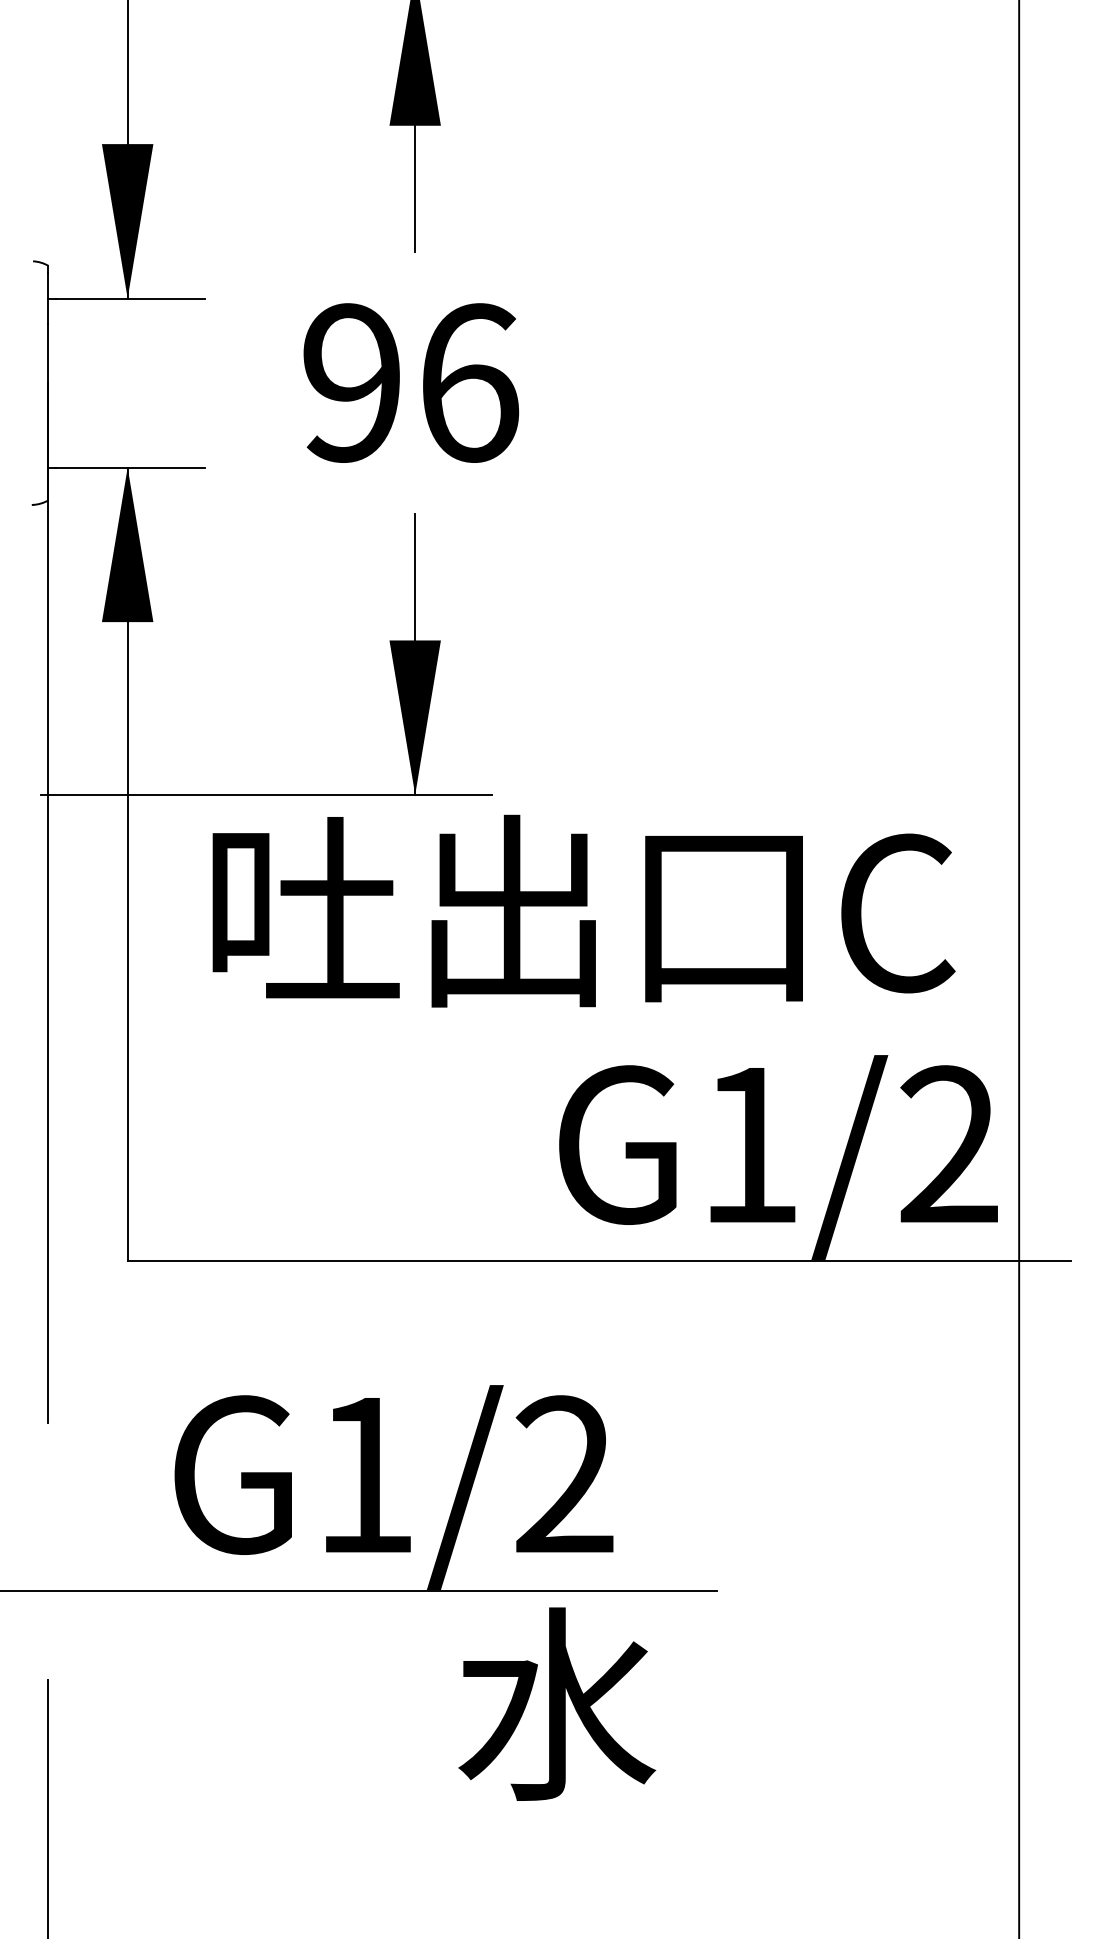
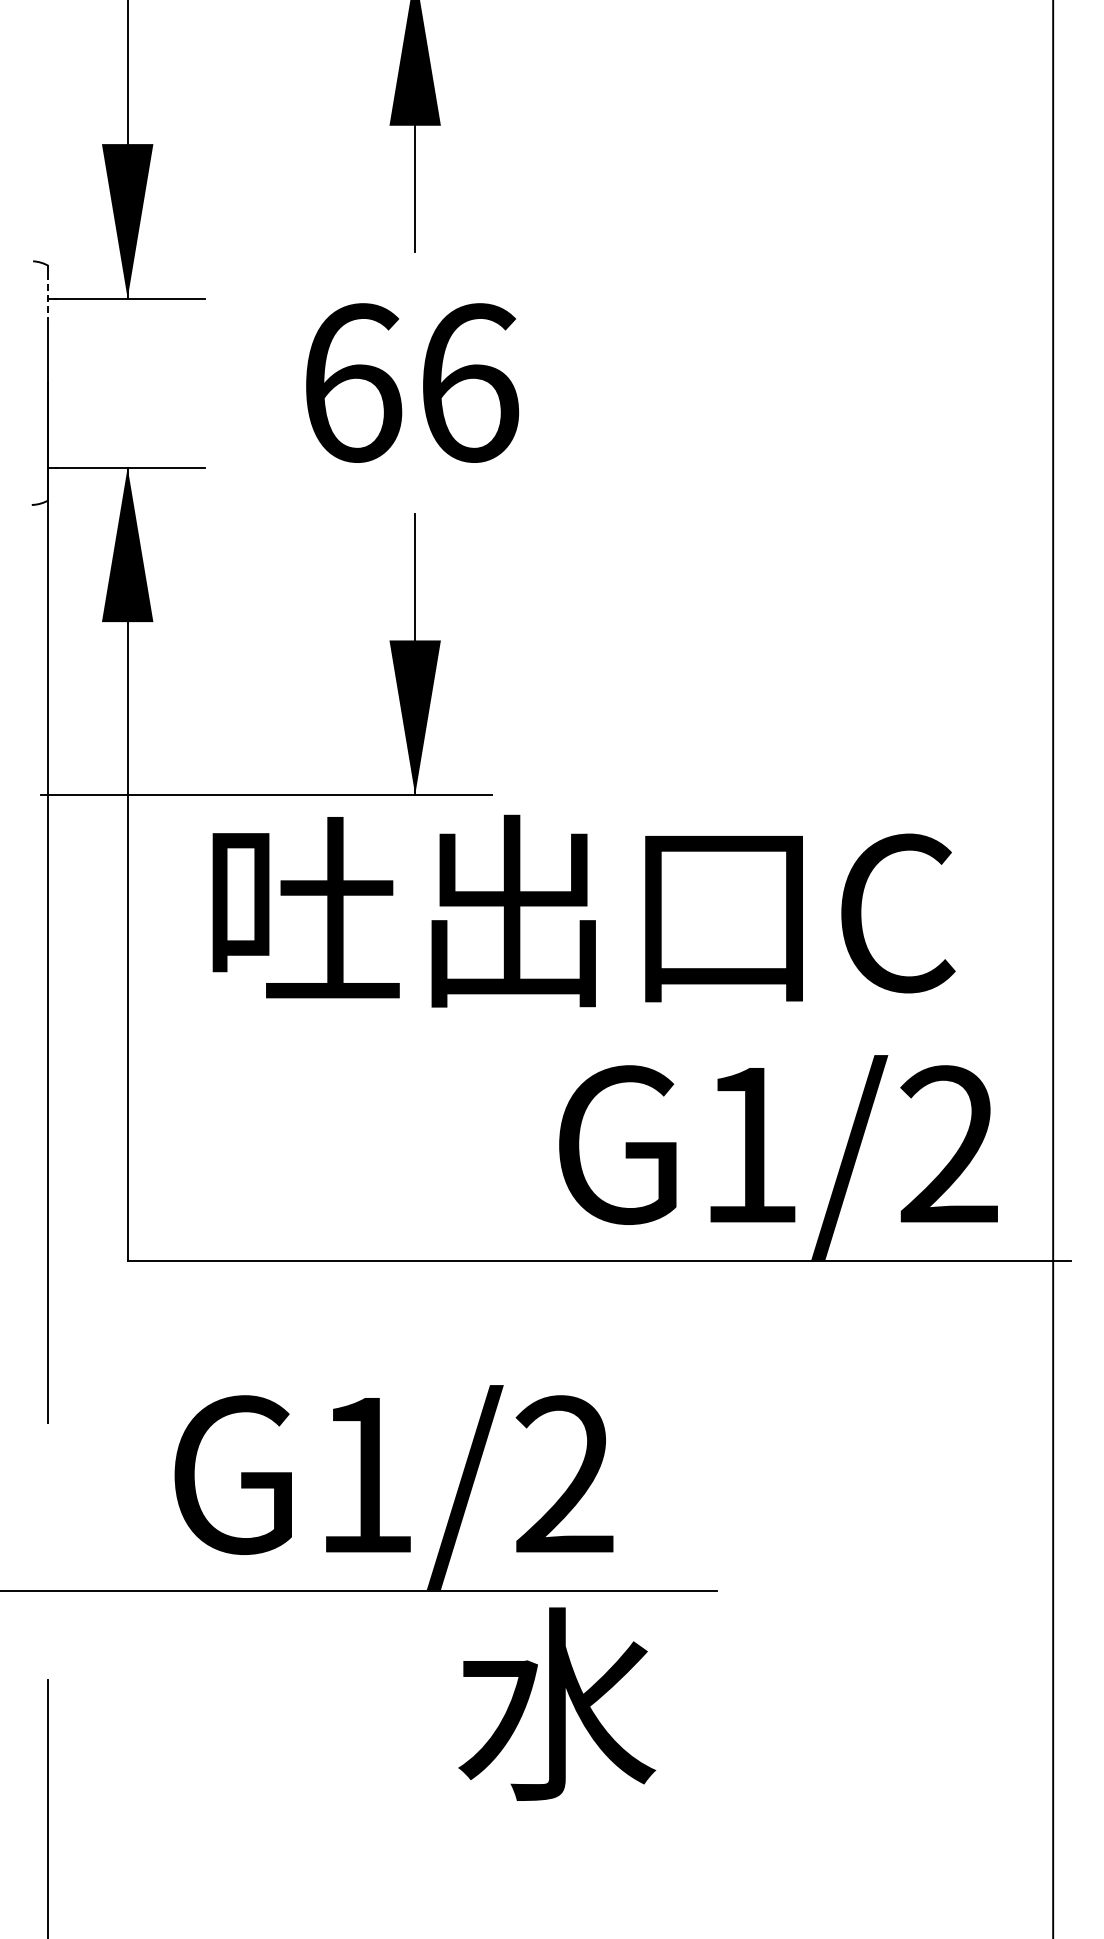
line at (48, 299): solid -> dashed
text at (352, 382): 96 -> 66
line at (1019, 968) position: (1019, 968) -> (1053, 968)
